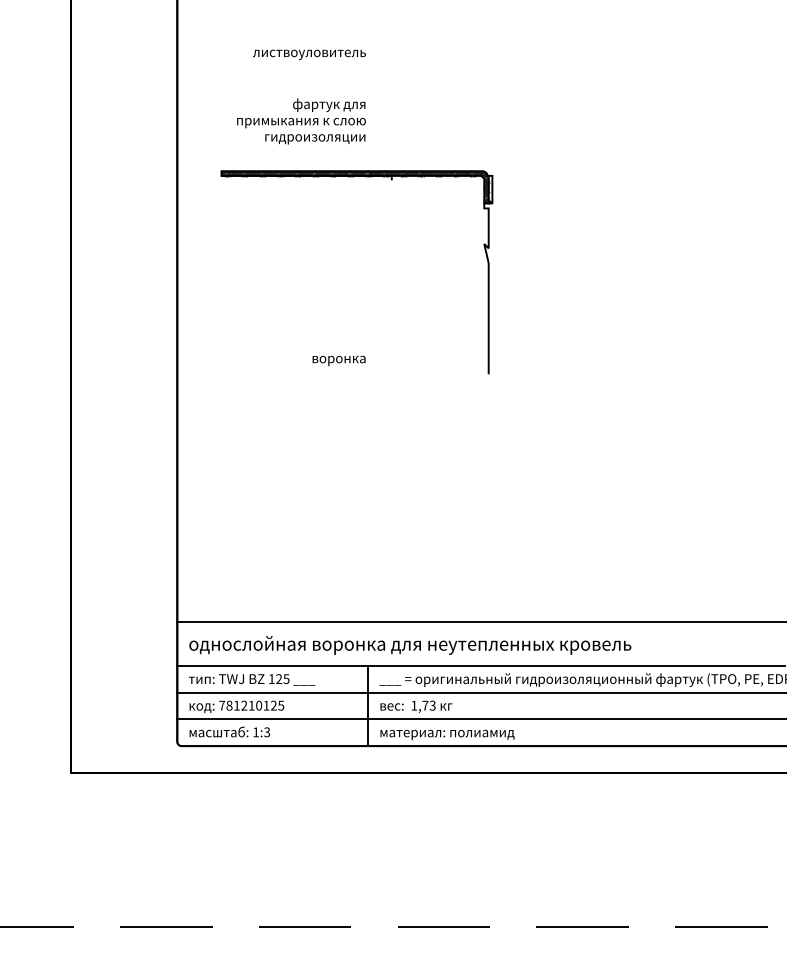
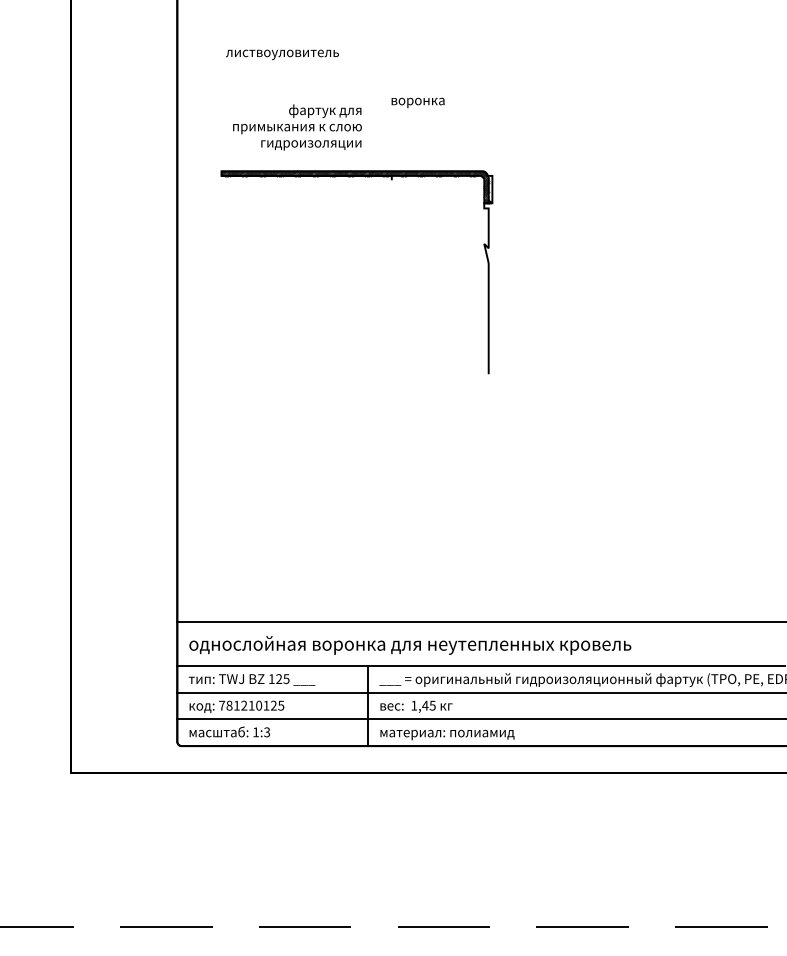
text at (309, 54) position: (309, 54) -> (282, 54)
text at (301, 121) position: (301, 121) -> (297, 127)
text at (338, 360) position: (338, 360) -> (417, 102)
text at (428, 705): 1,73 -> 1,45
